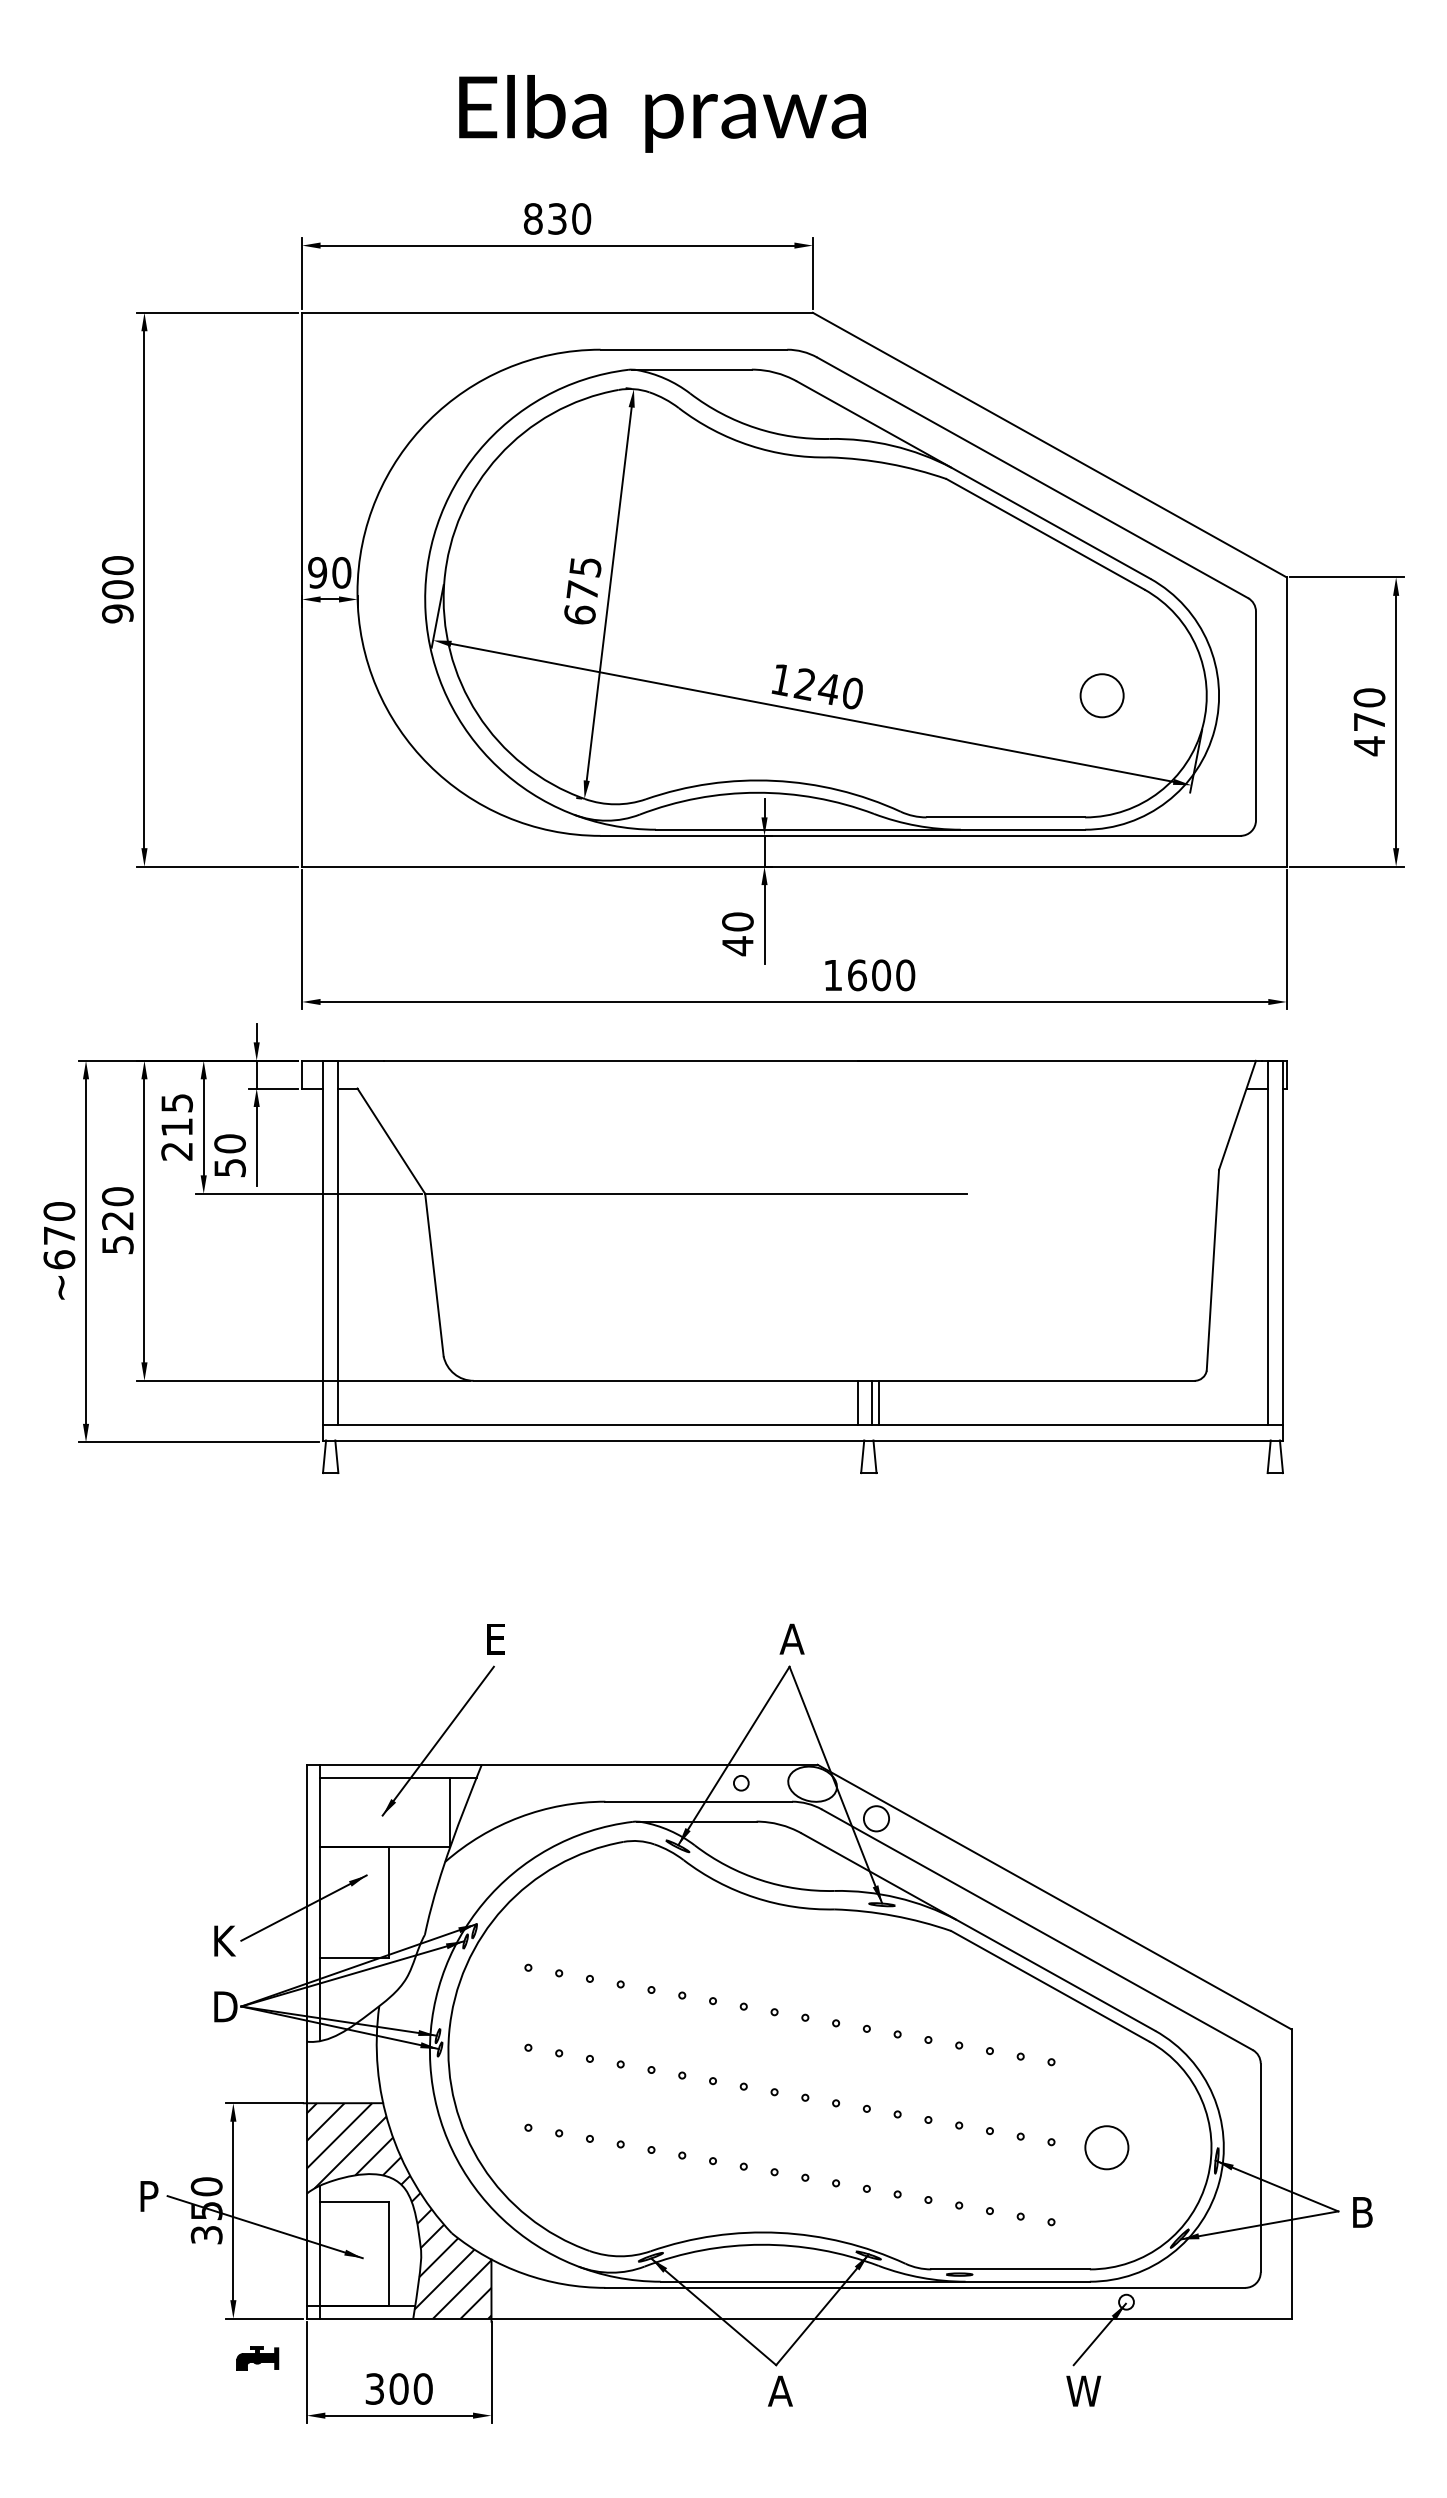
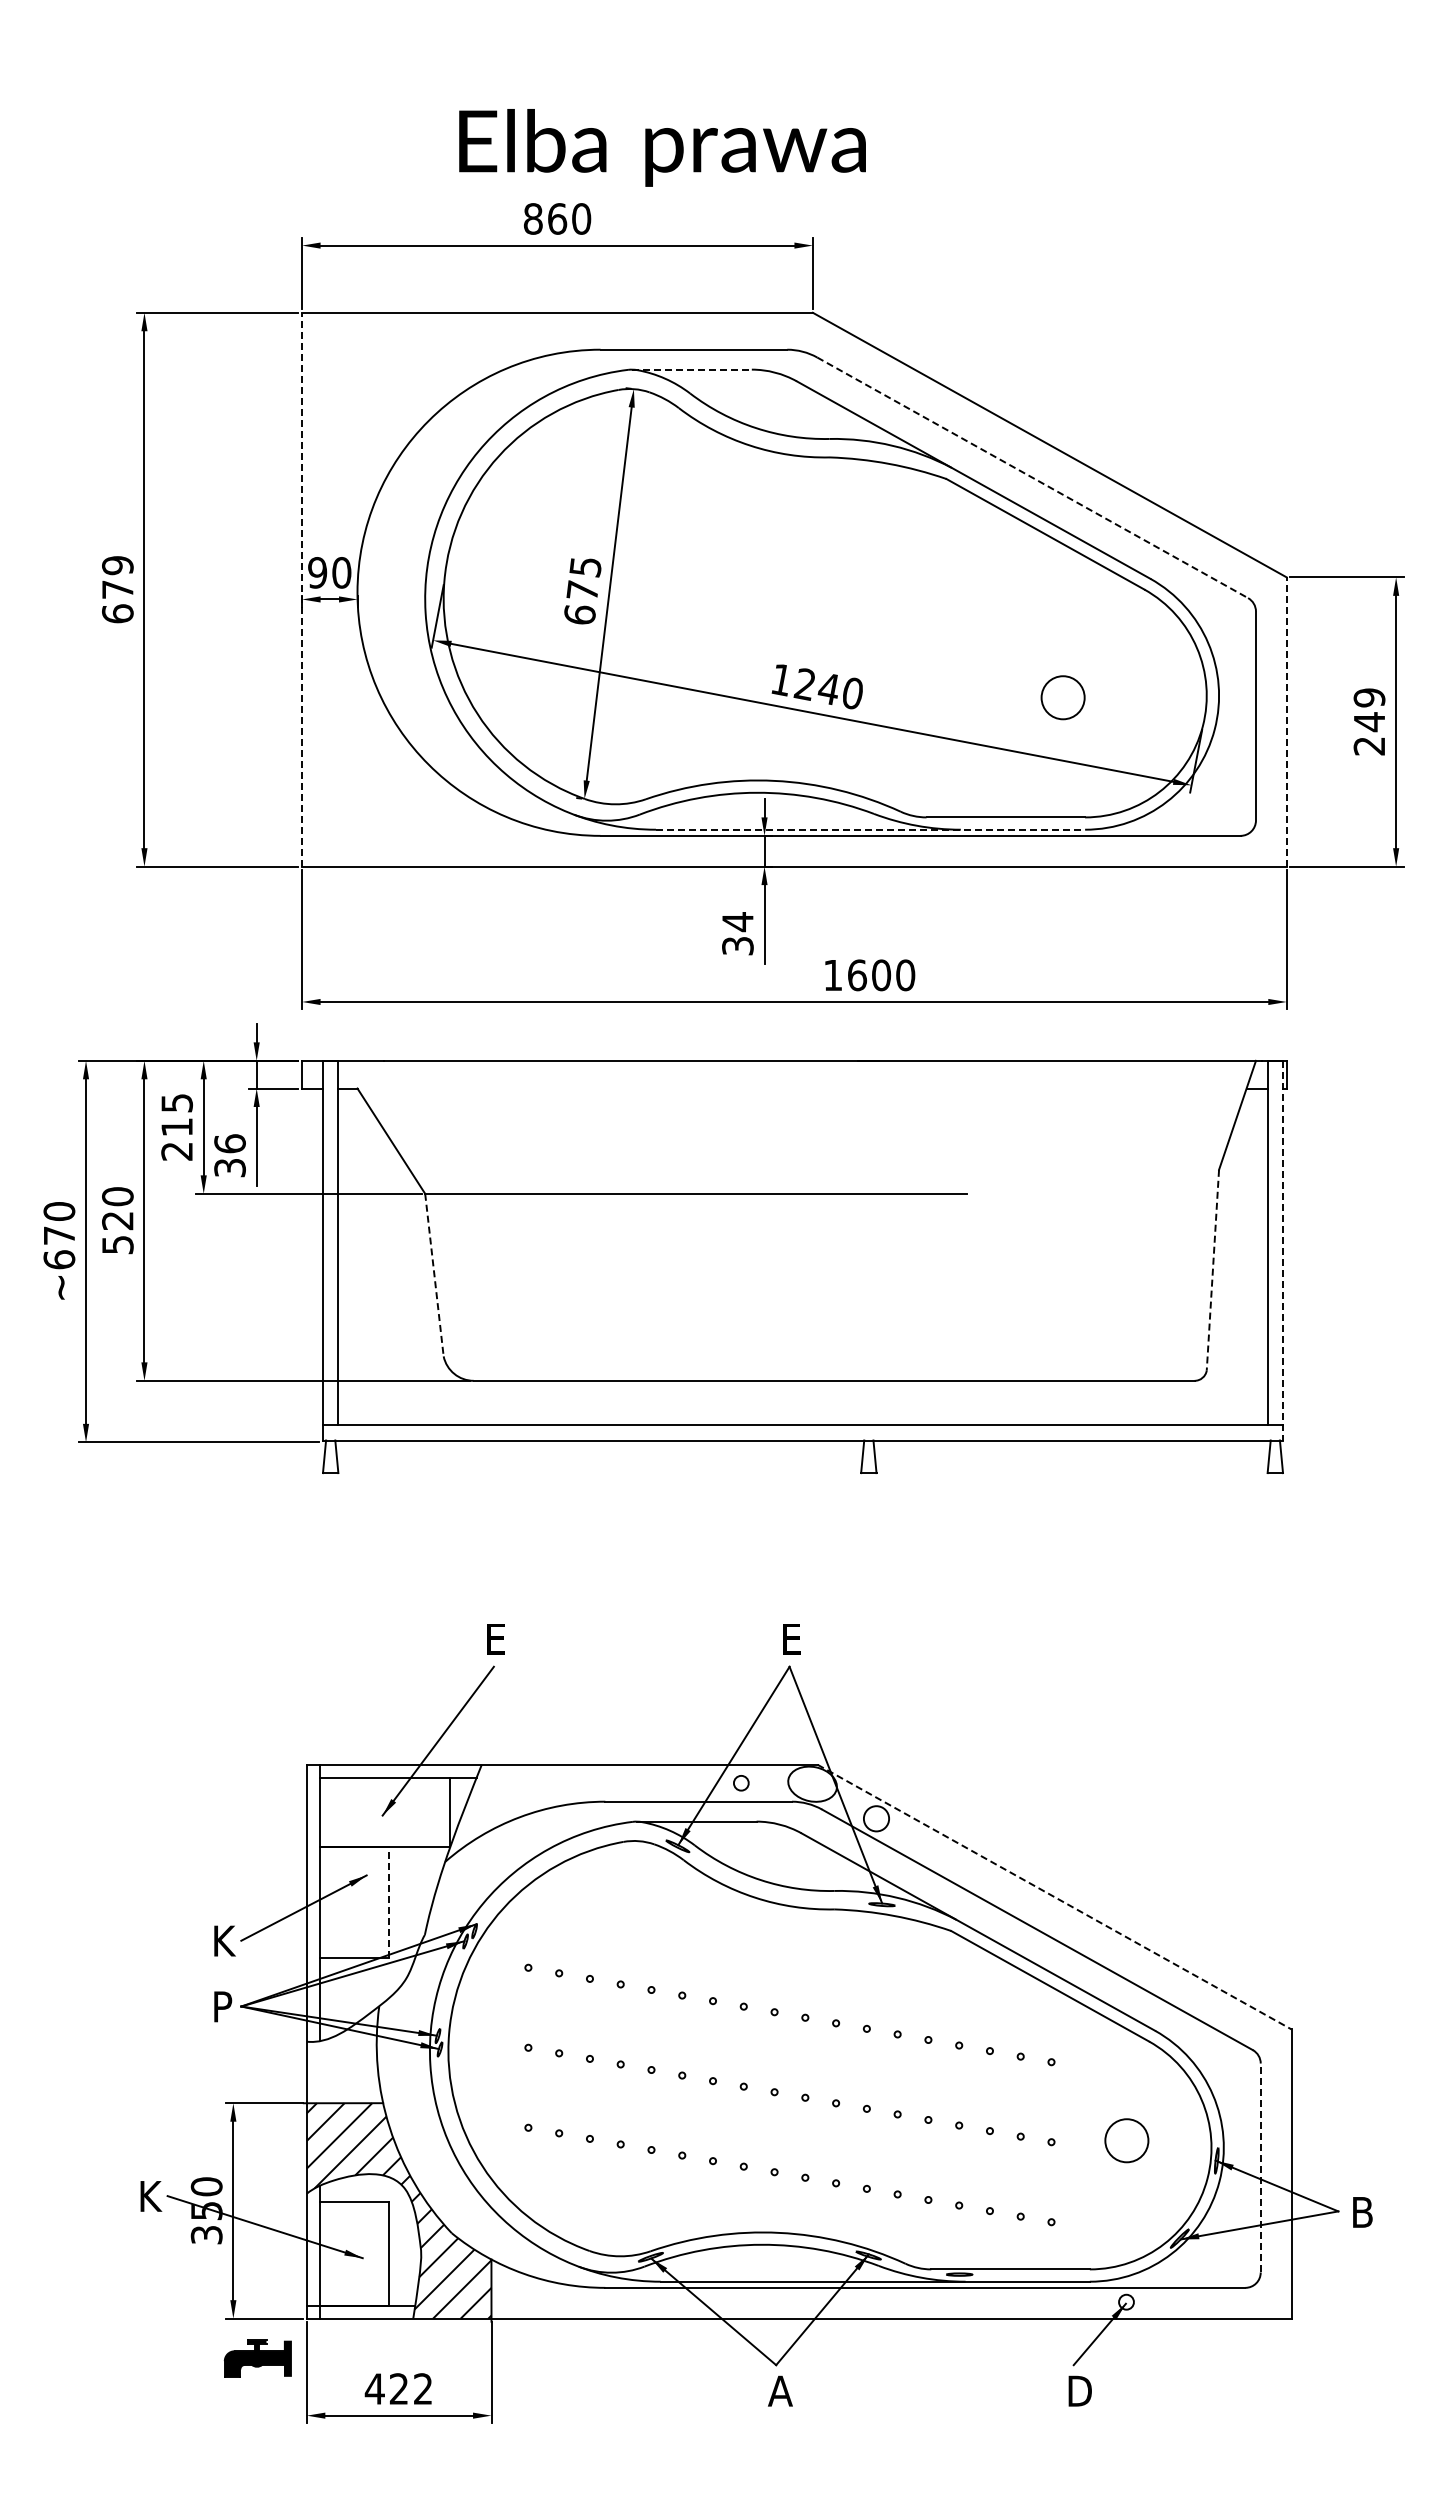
text at (662, 113) position: (662, 113) -> (662, 147)
text at (557, 218): 830 -> 860
line at (692, 369): solid -> dashed
line at (1032, 477): solid -> dashed
text at (117, 589): 900 -> 679
line at (302, 589): solid -> dashed
circle at (1101, 695) position: (1101, 695) -> (1062, 697)
line at (1286, 722): solid -> dashed
text at (1369, 722): 470 -> 249
line at (870, 829): solid -> dashed
text at (737, 934): 40 -> 34
text at (229, 1155): 50 -> 36
line at (1283, 1250): solid -> dashed
line at (1212, 1270): solid -> dashed
line at (434, 1275): solid -> dashed
line at (858, 1402): present -> none
line at (872, 1402): present -> none
line at (879, 1402): present -> none
text at (791, 1638): A -> E
line at (1055, 1897): solid -> dashed
line at (388, 1902): solid -> dashed
text at (227, 2006): D -> P
circle at (1106, 2147) position: (1106, 2147) -> (1126, 2140)
line at (1260, 2167): solid -> dashed
text at (153, 2196): P -> K
part at (257, 2358) size: 44x25 px -> 69x39 px
text at (398, 2388): 300 -> 422
text at (1083, 2390): W -> D
